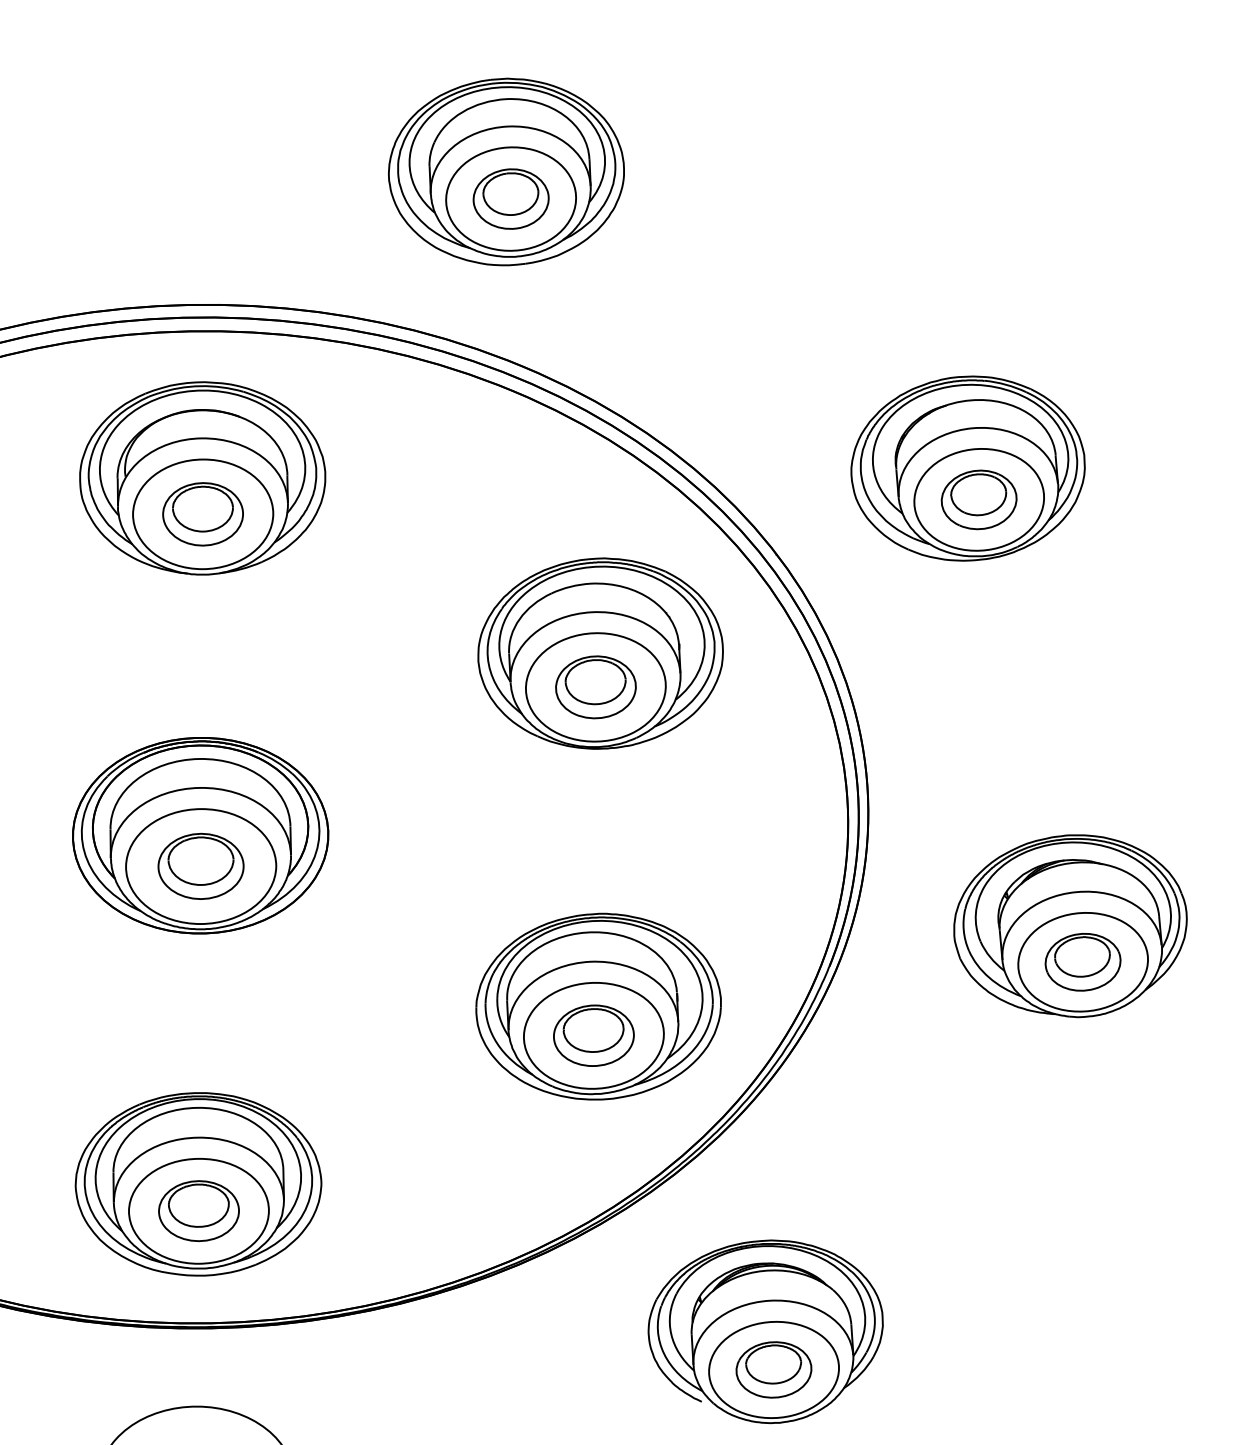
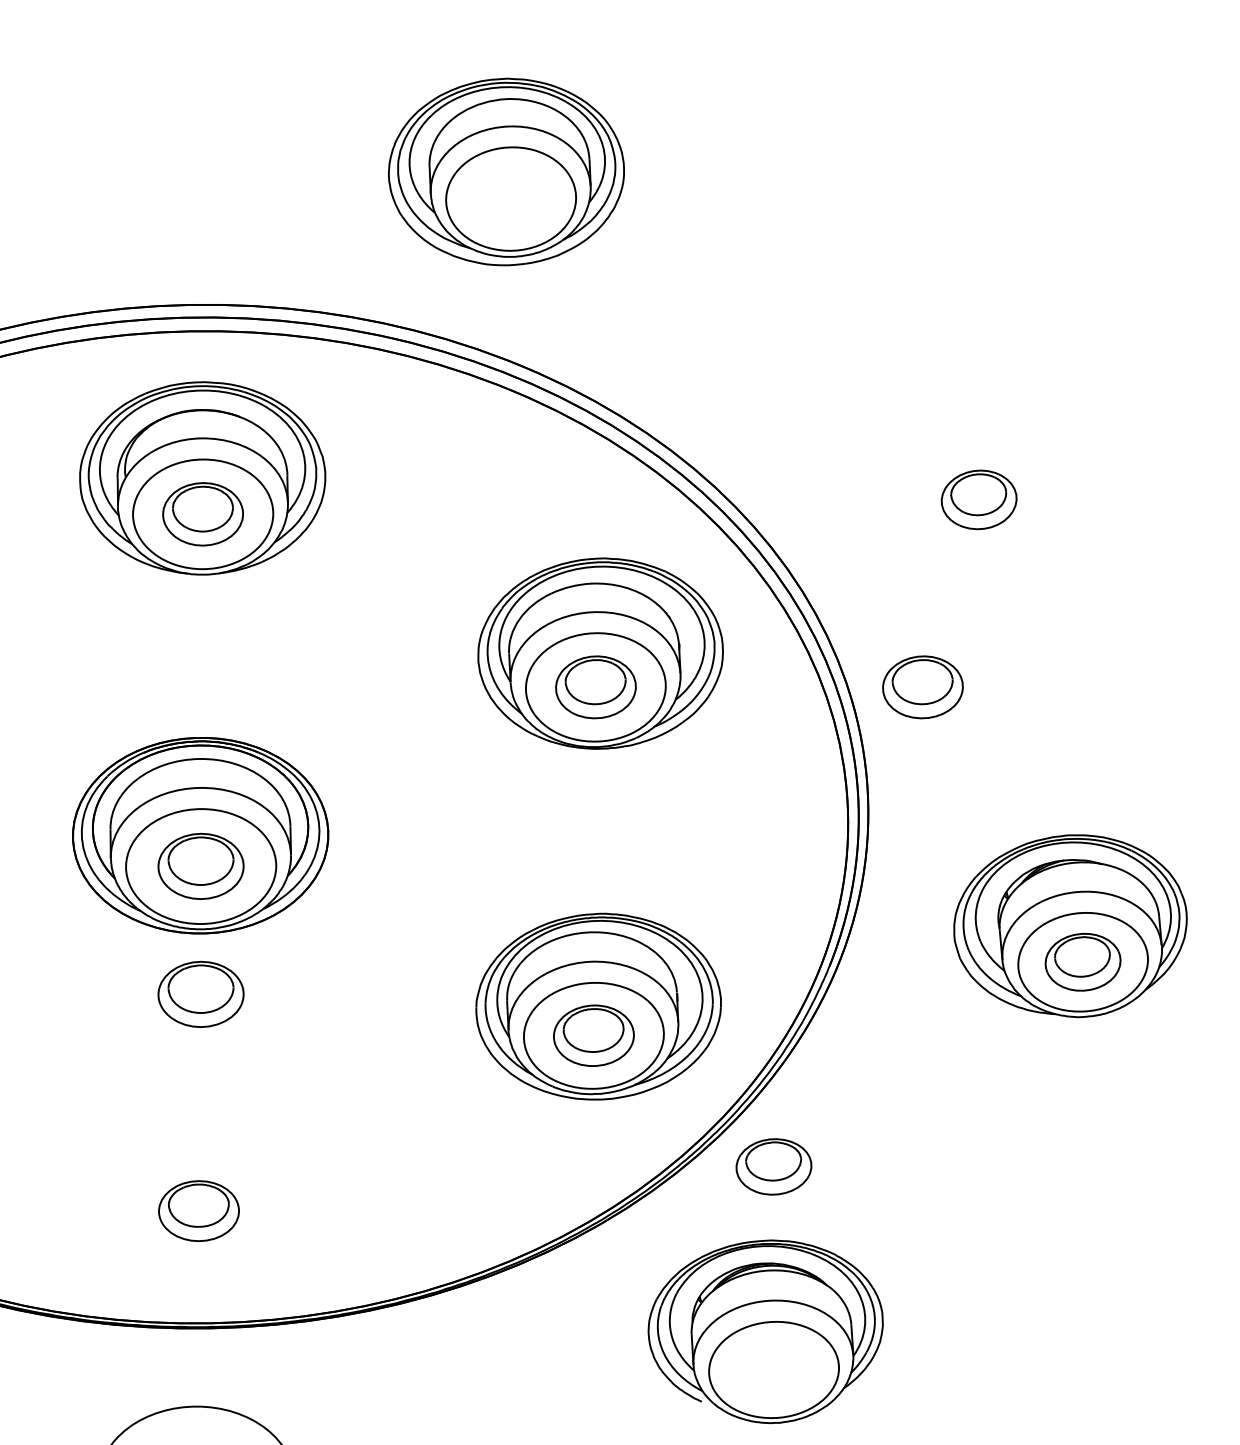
part at (510, 198): present -> none
part at (967, 468): present -> none
part at (922, 687): none -> present
part at (200, 993): none -> present
part at (198, 1184): present -> none
part at (773, 1369) position: (773, 1369) -> (773, 1166)
